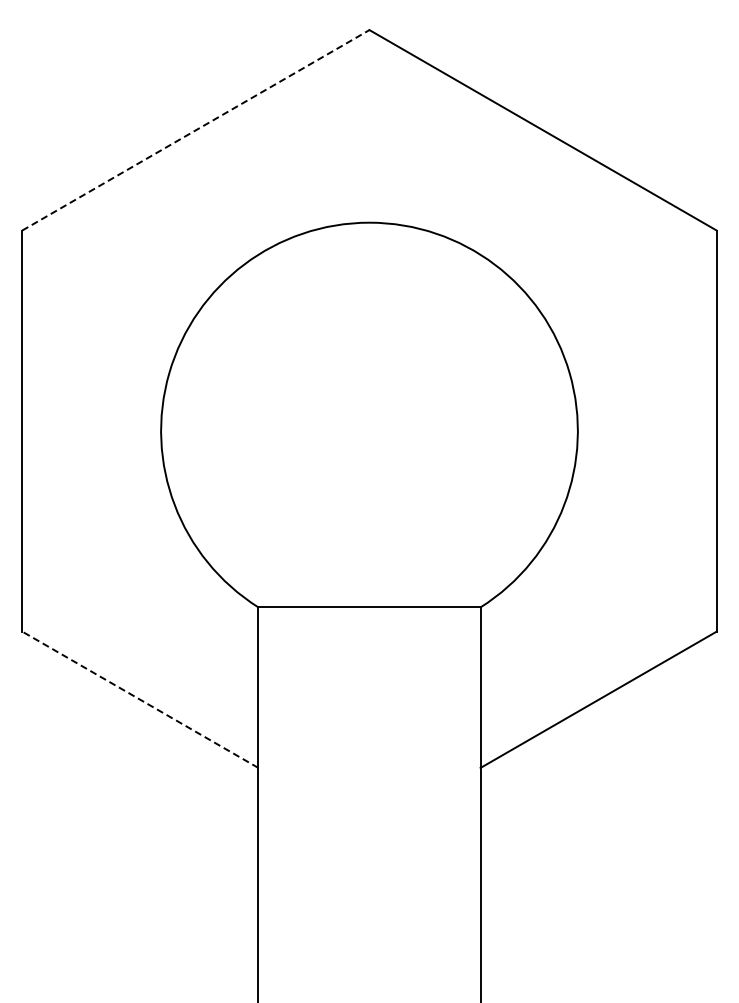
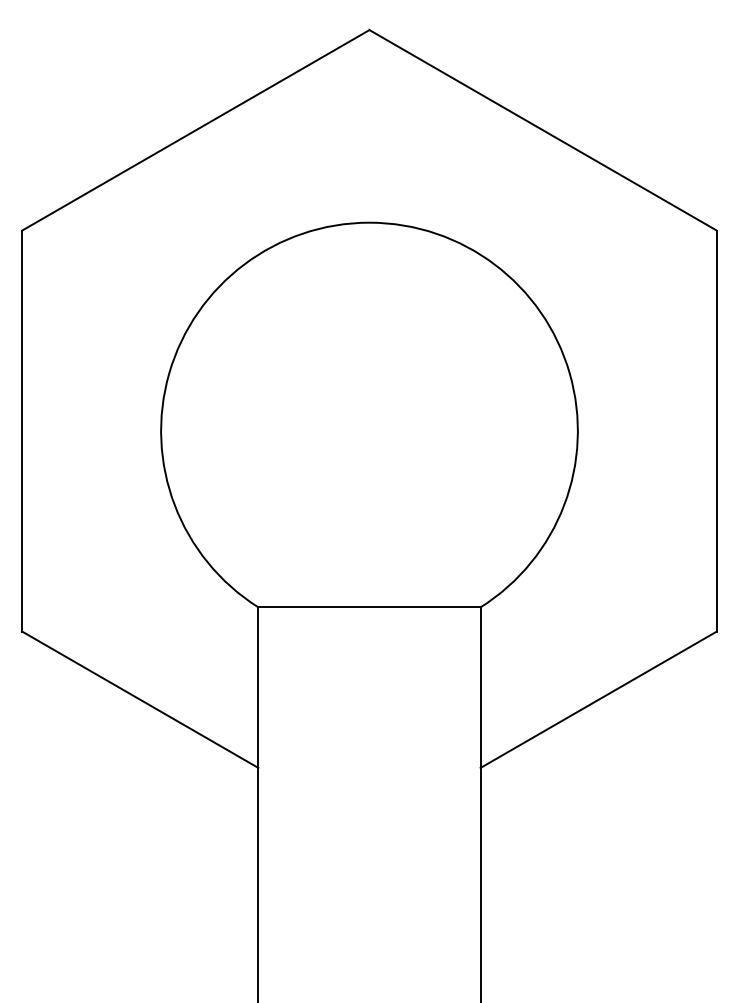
line at (195, 130): dashed -> solid
line at (139, 699): dashed -> solid
